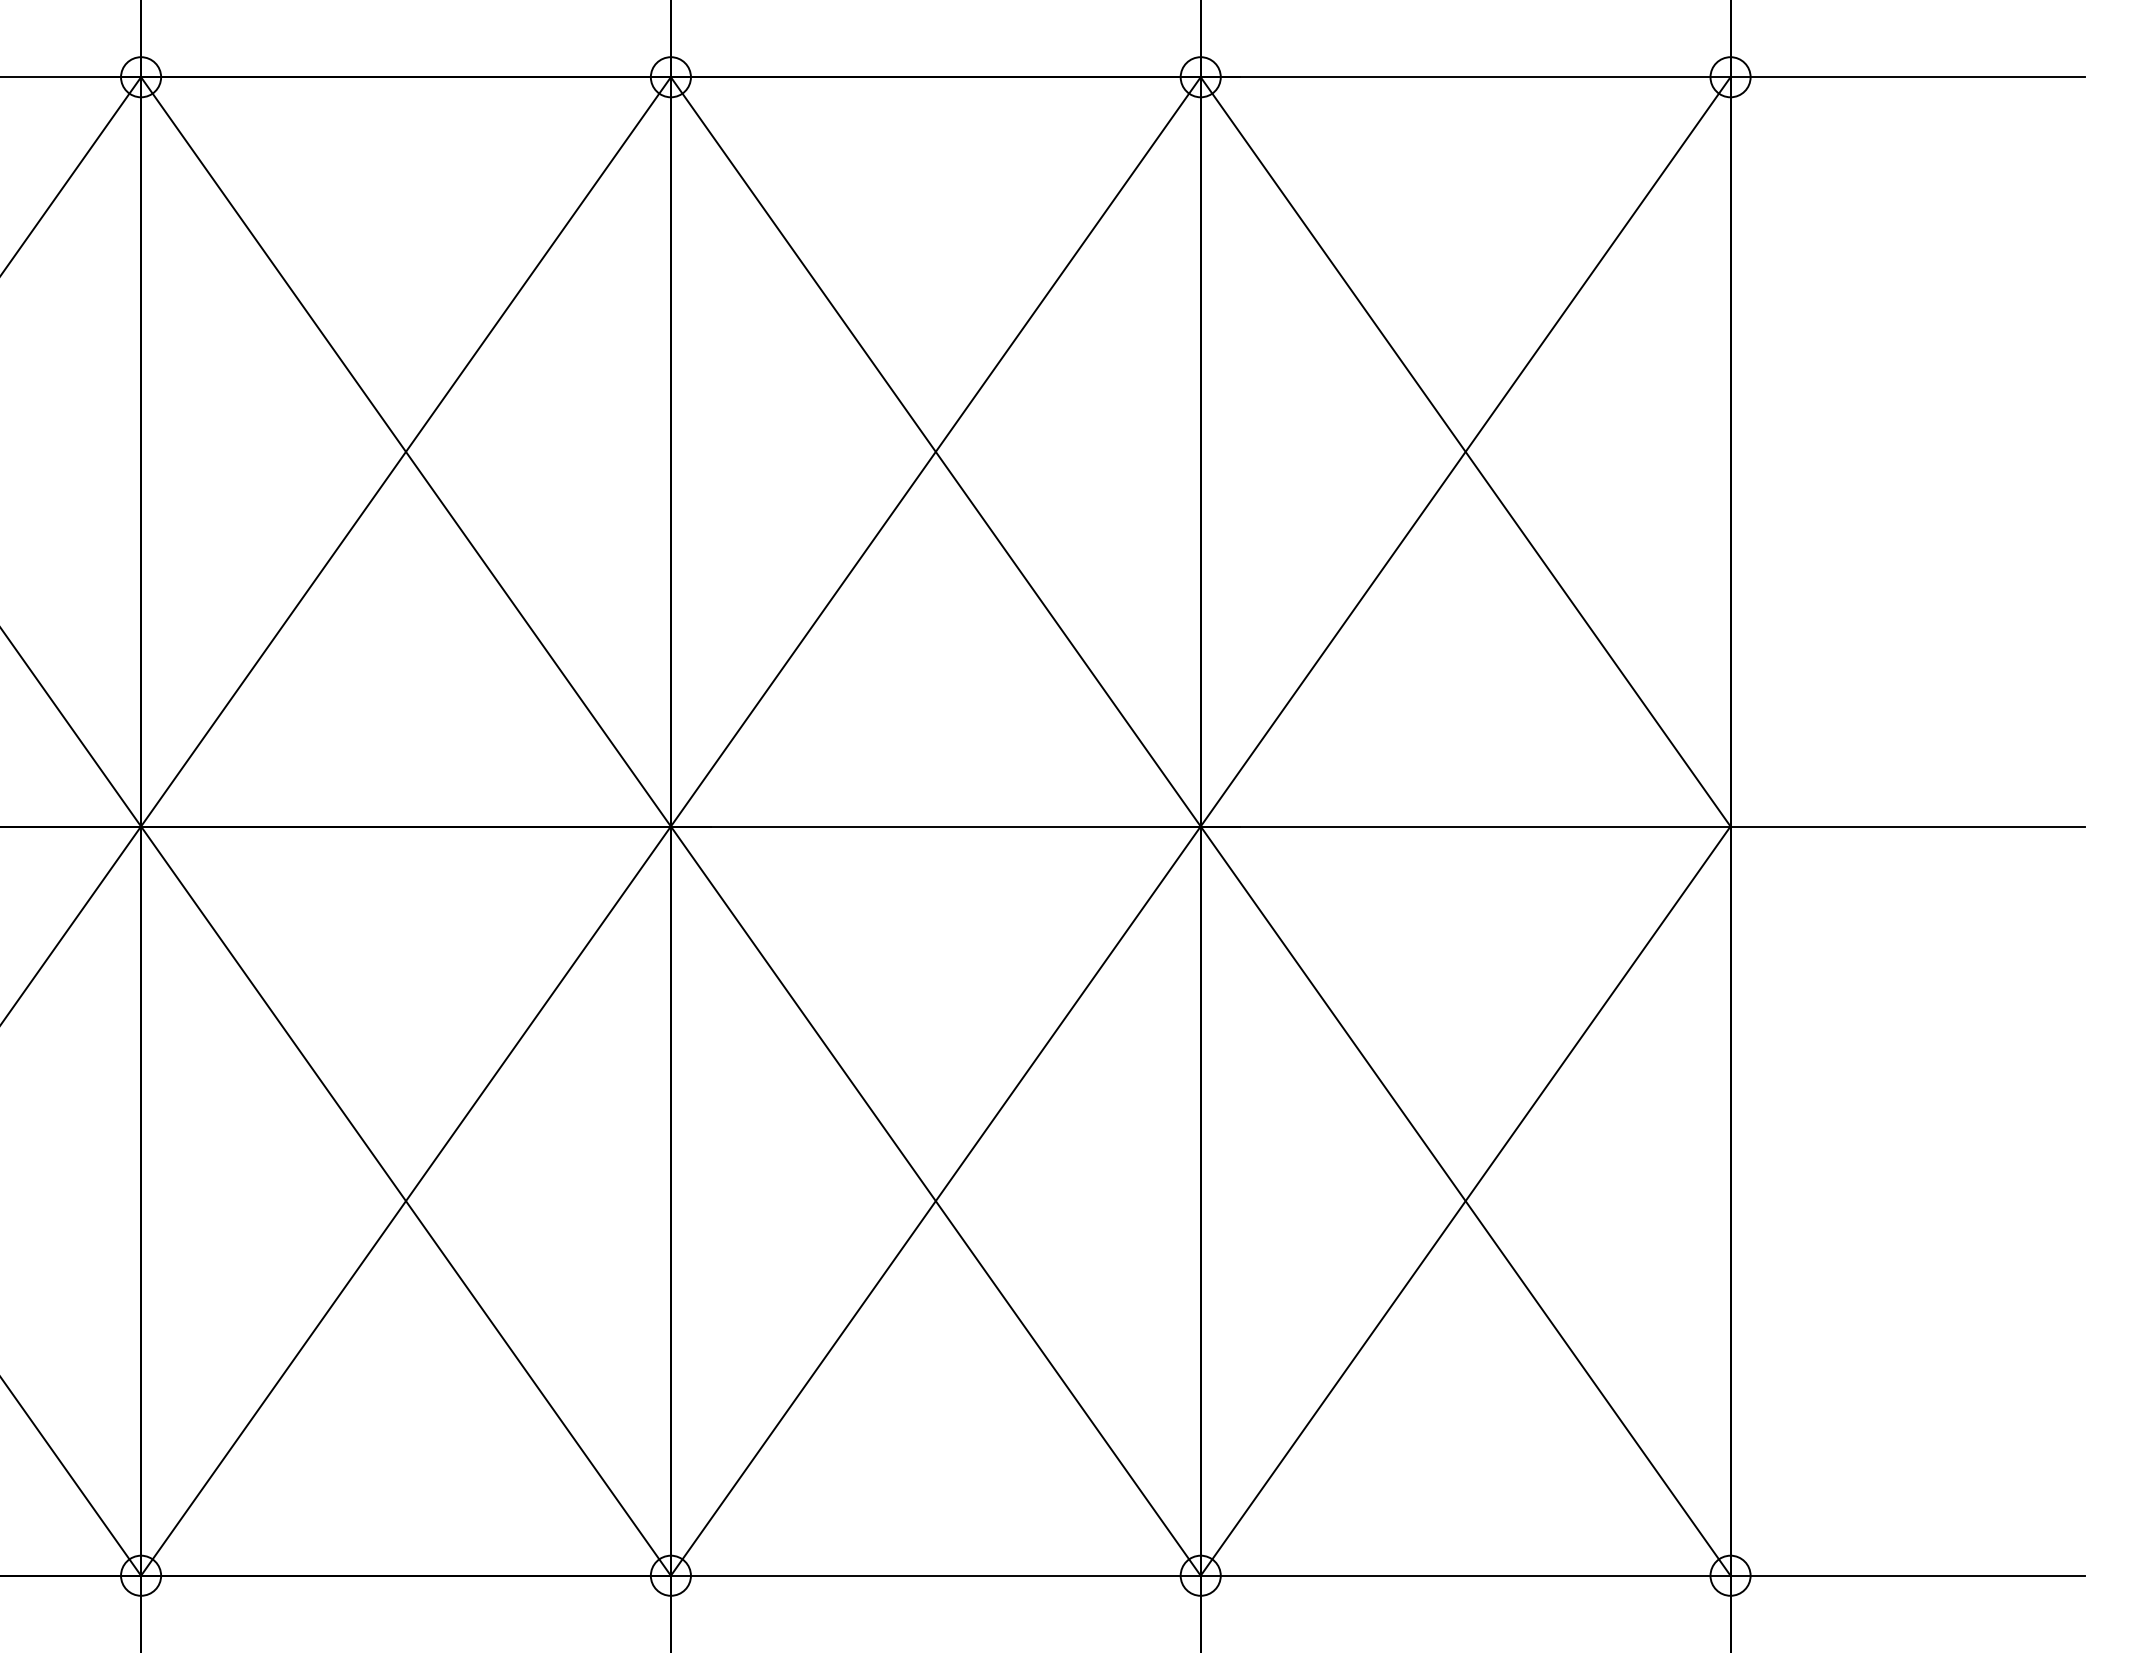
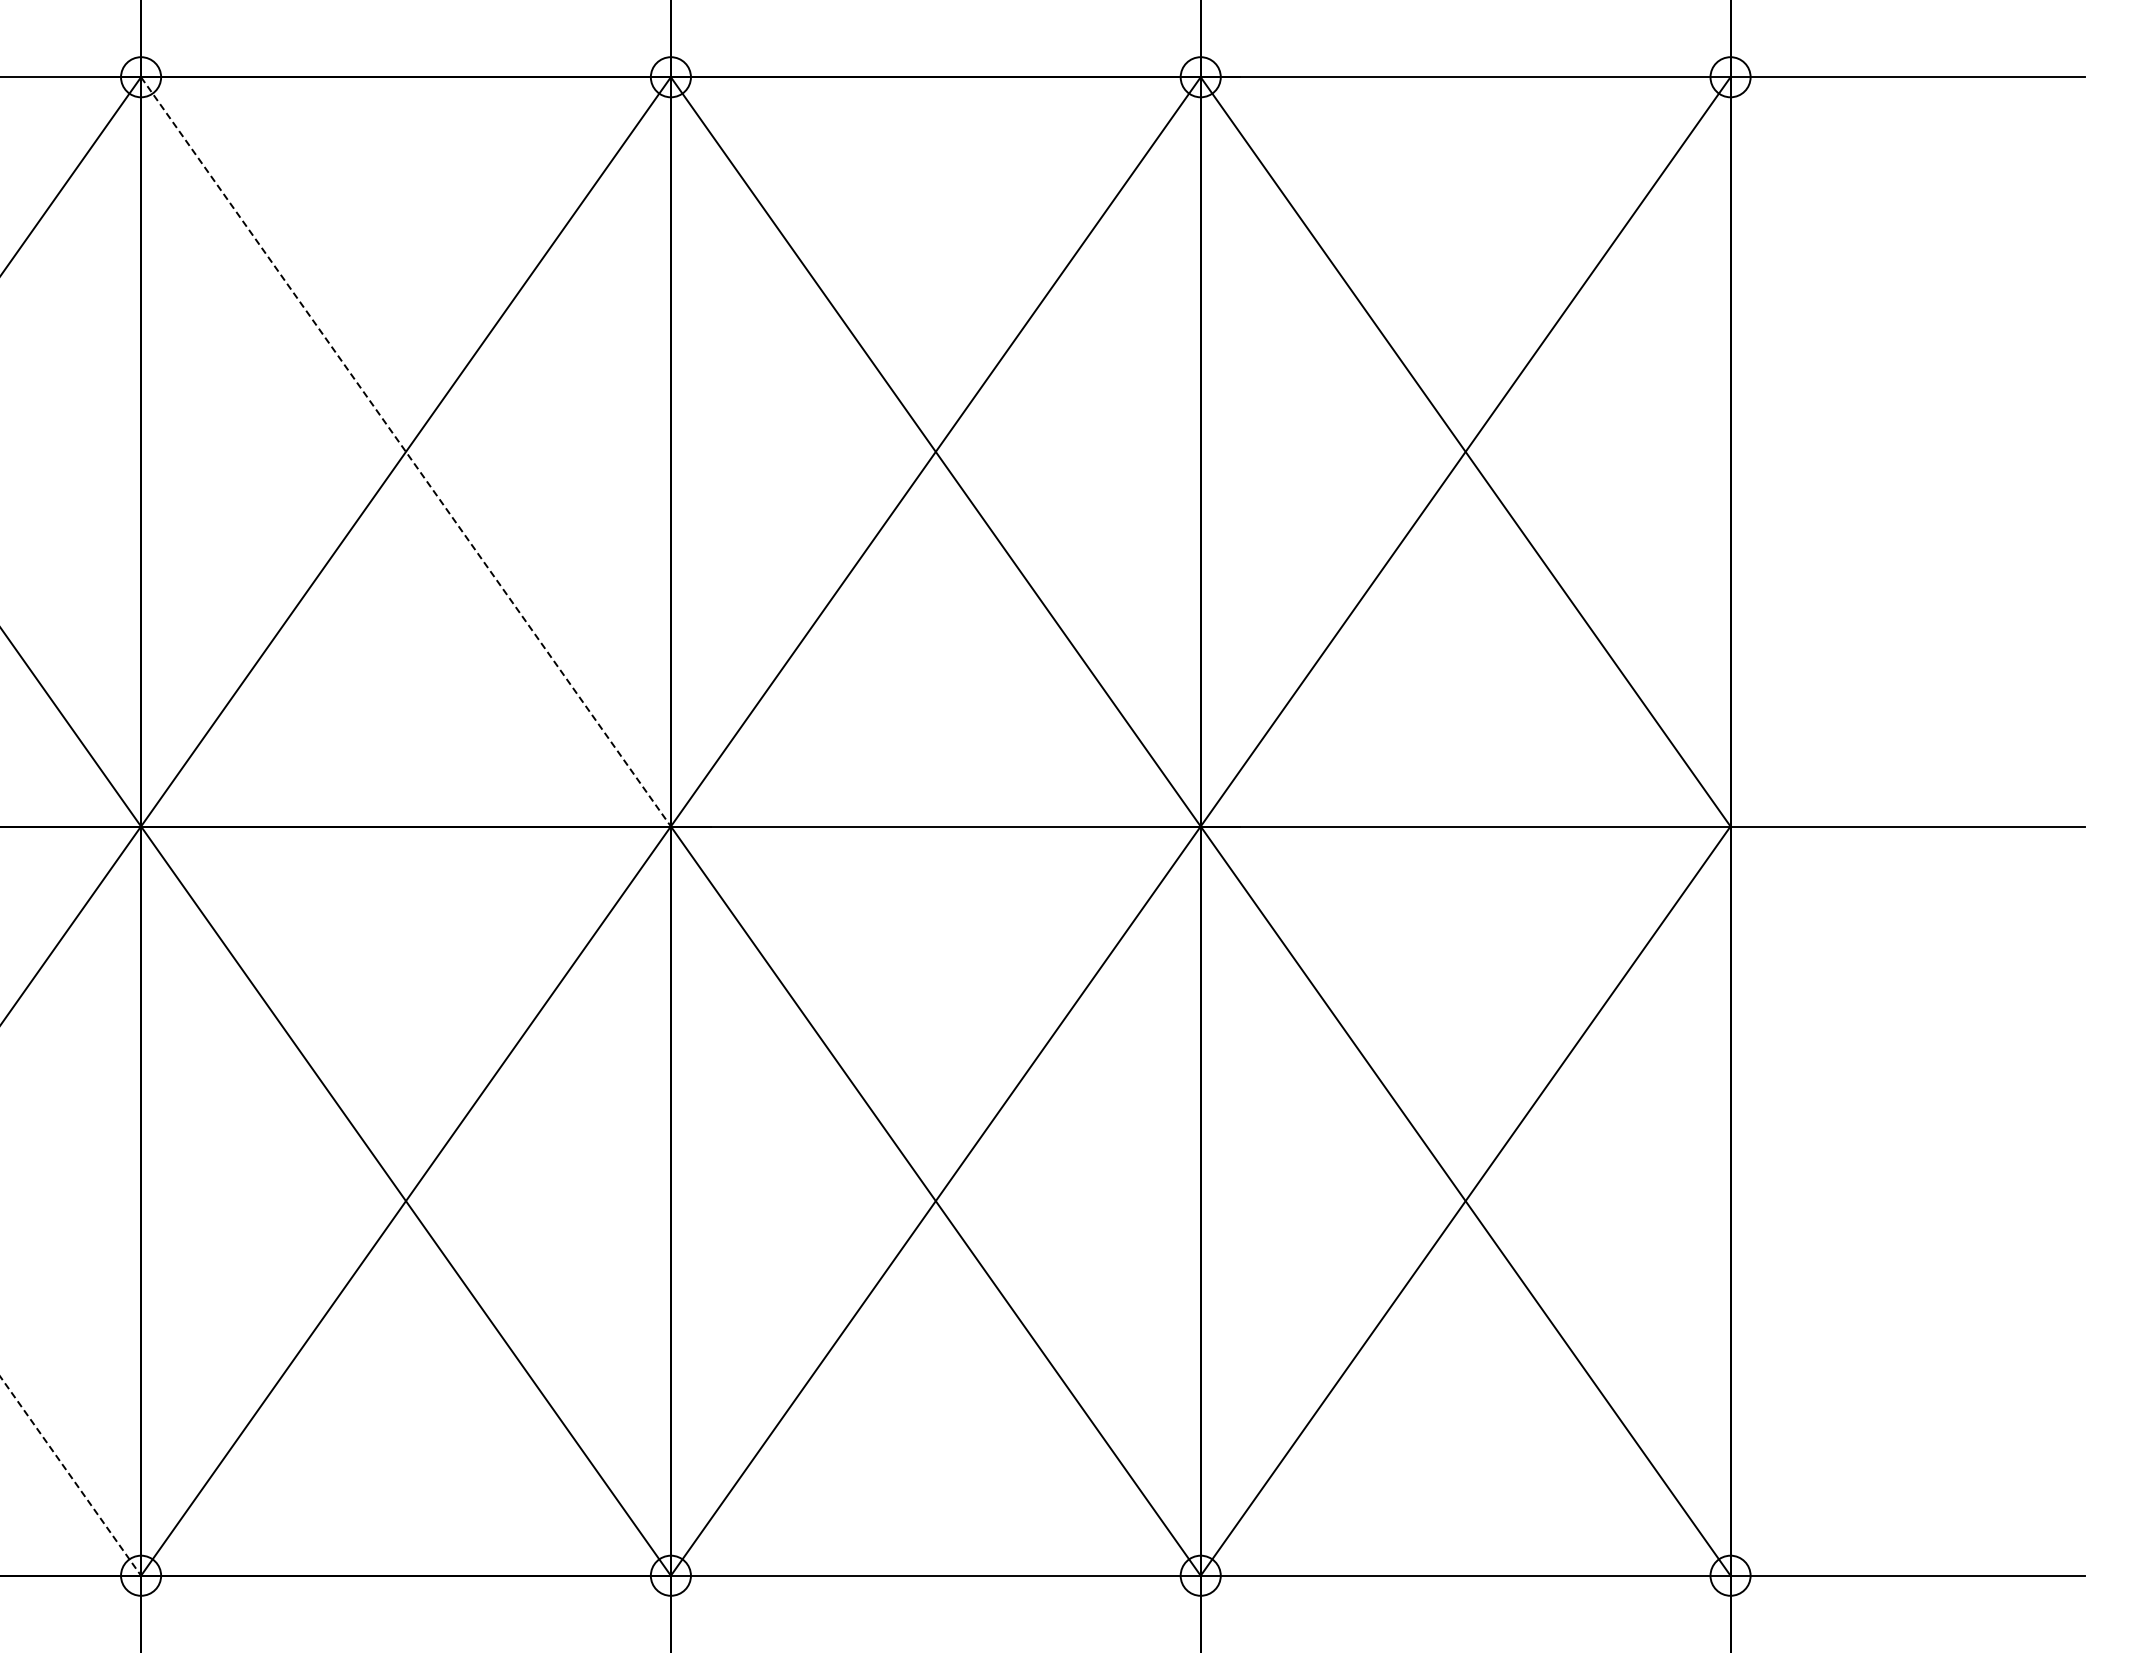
line at (406, 451): solid -> dashed
line at (70, 1476): solid -> dashed
